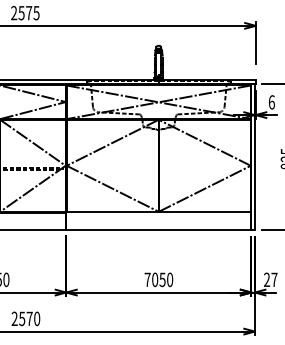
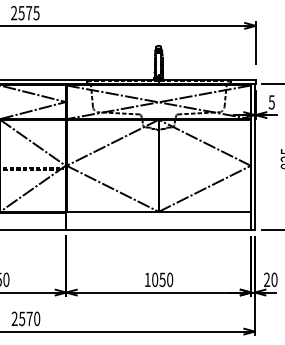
text at (271, 102): 6 -> 5
text at (147, 279): 7050 -> 1050
text at (274, 279): 27 -> 20
